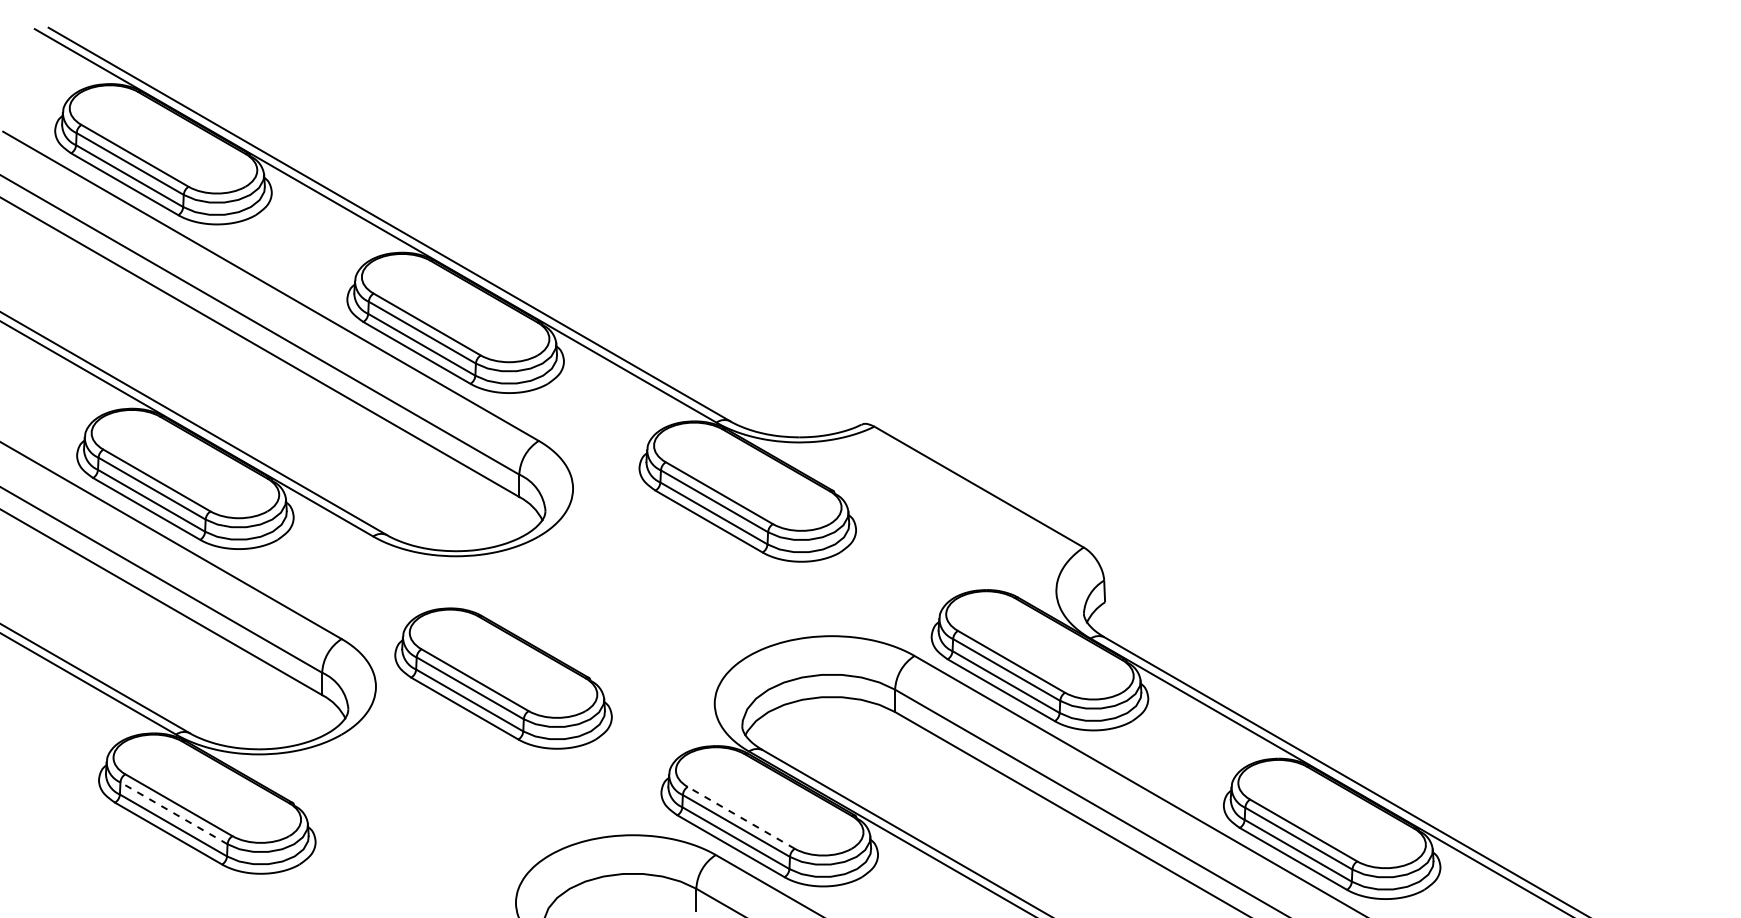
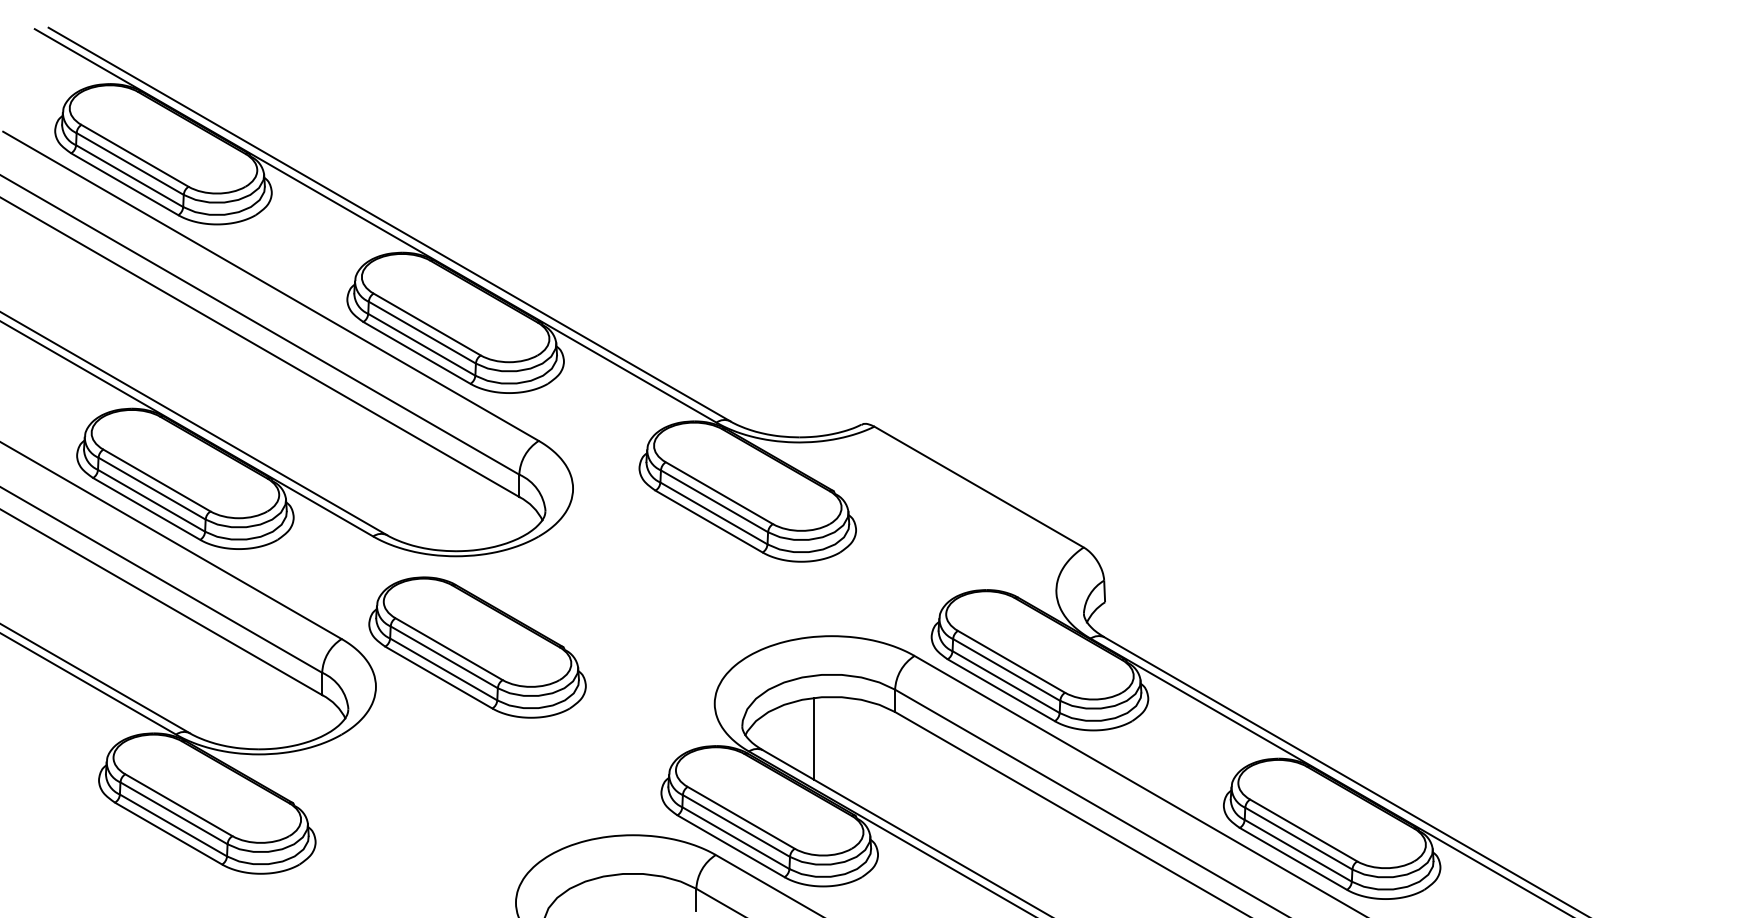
part at (503, 678) position: (503, 678) -> (477, 647)
line at (813, 738): none -> present
line at (174, 813): dashed -> solid
line at (741, 817): dashed -> solid
